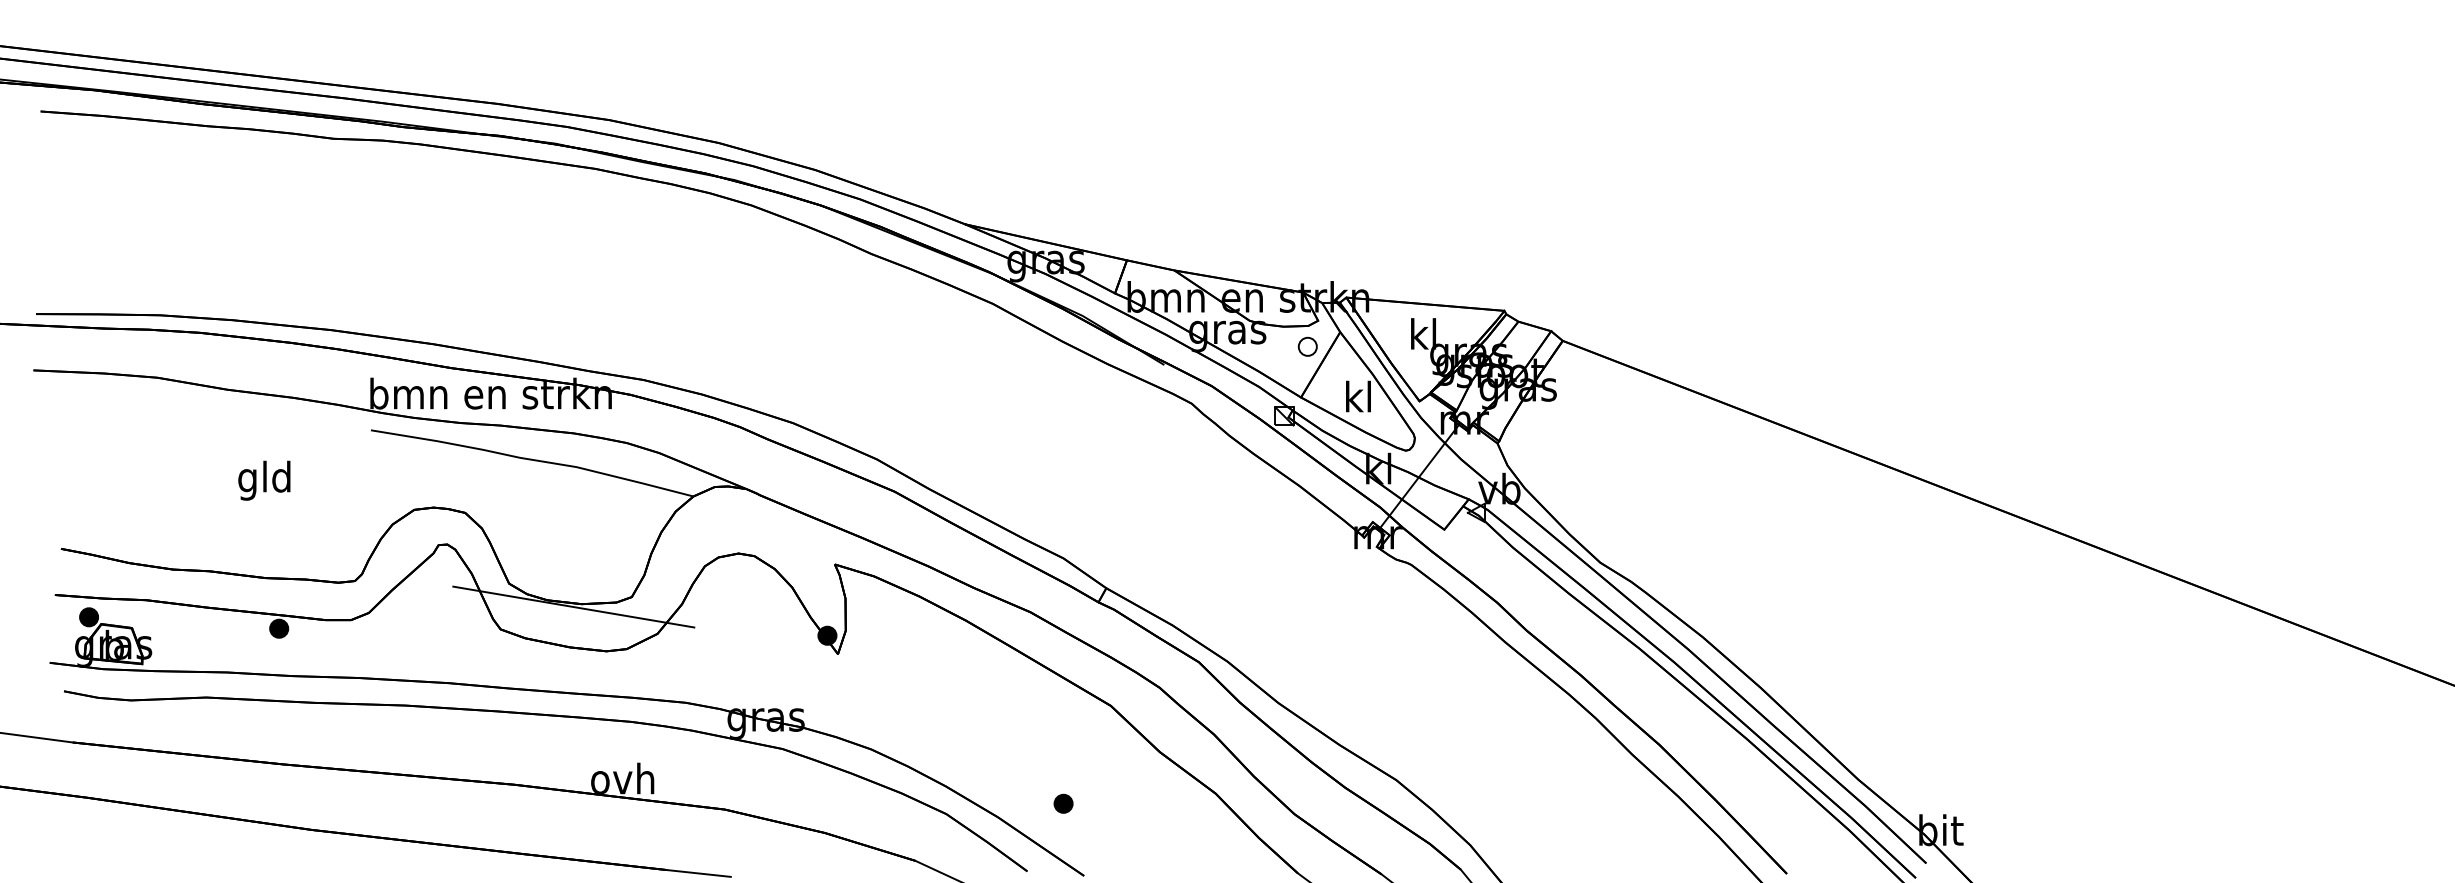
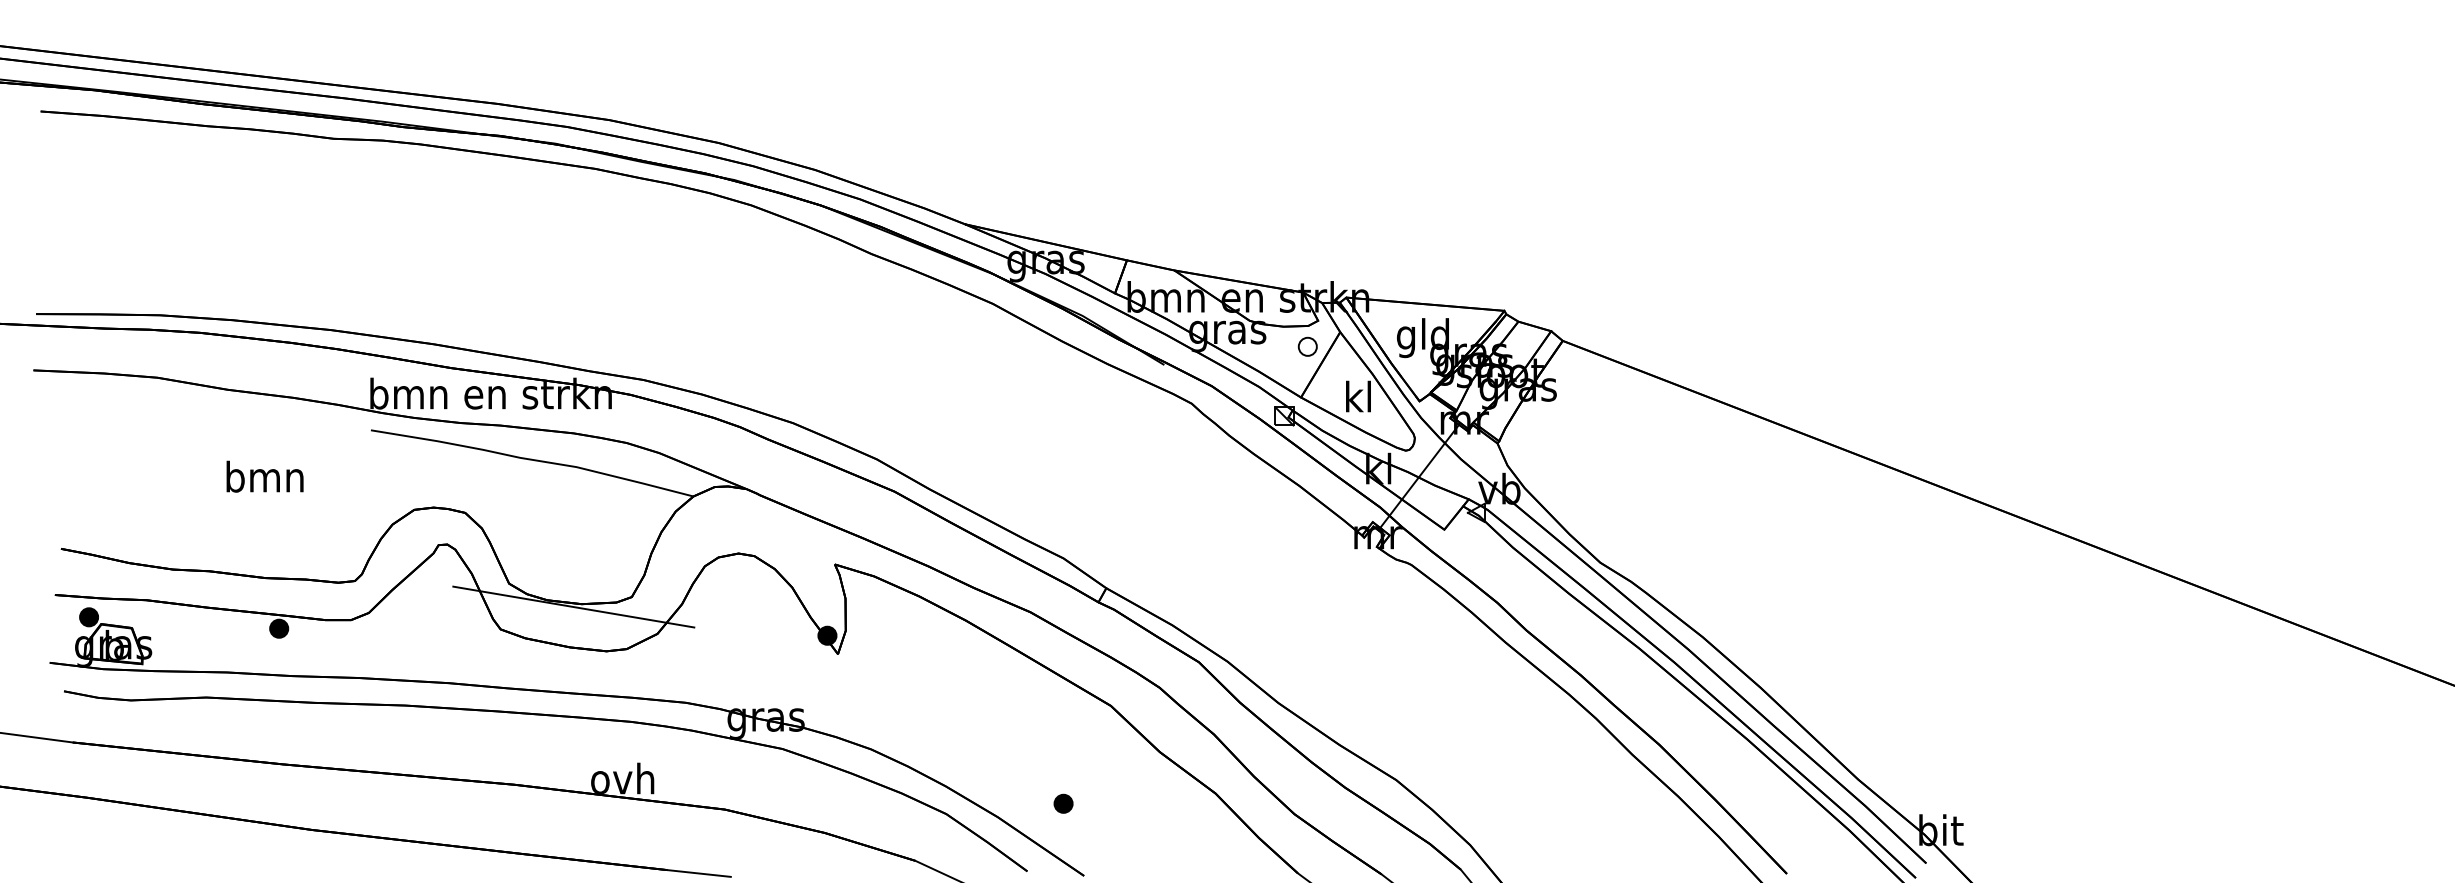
text at (1422, 338): kl -> gld
text at (264, 480): gld -> bmn
